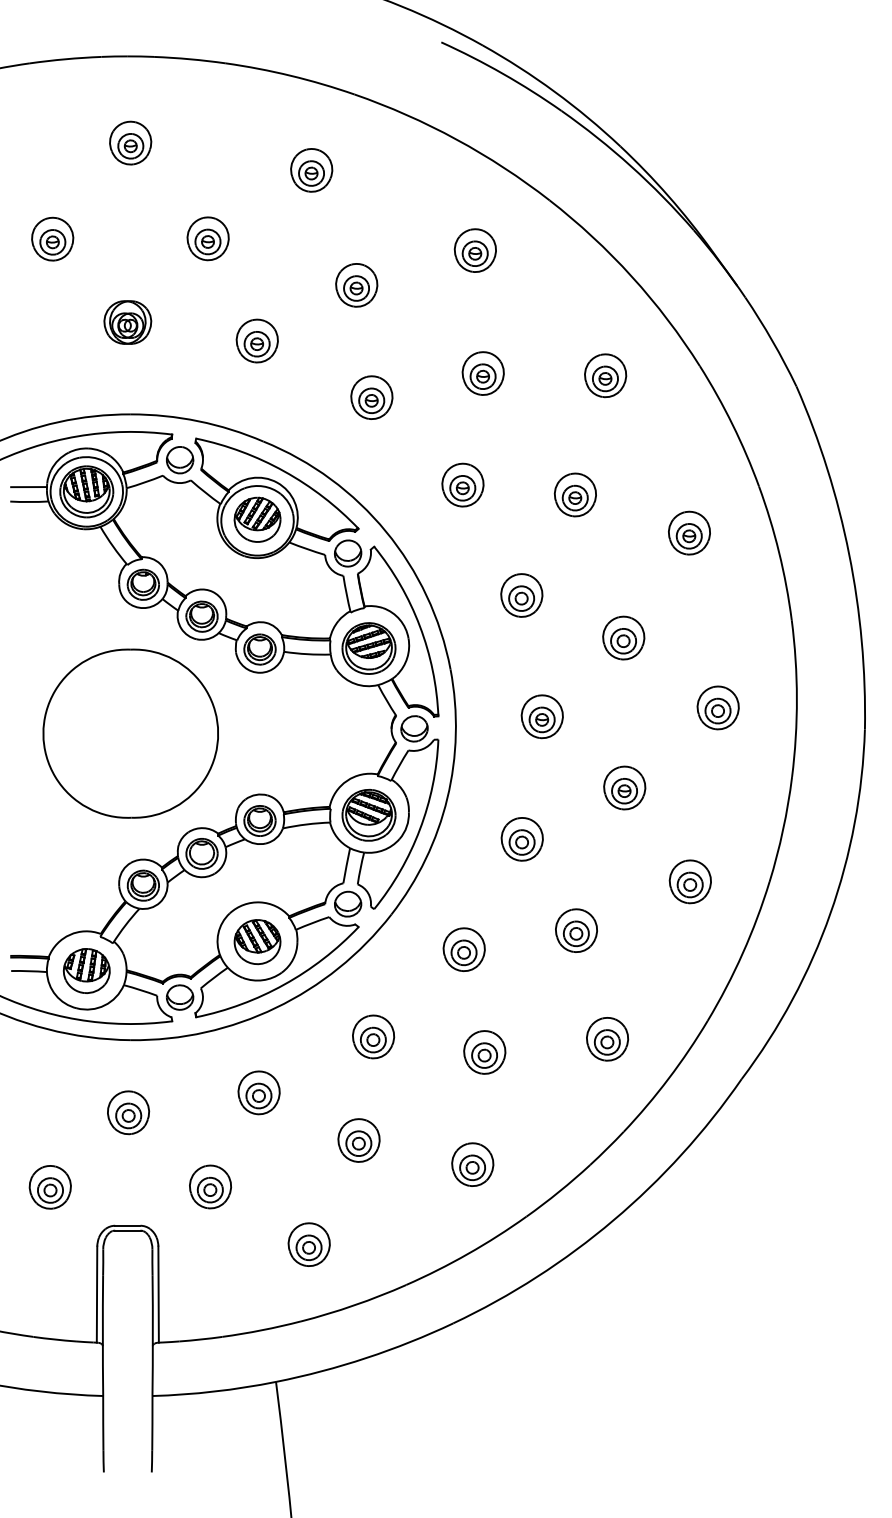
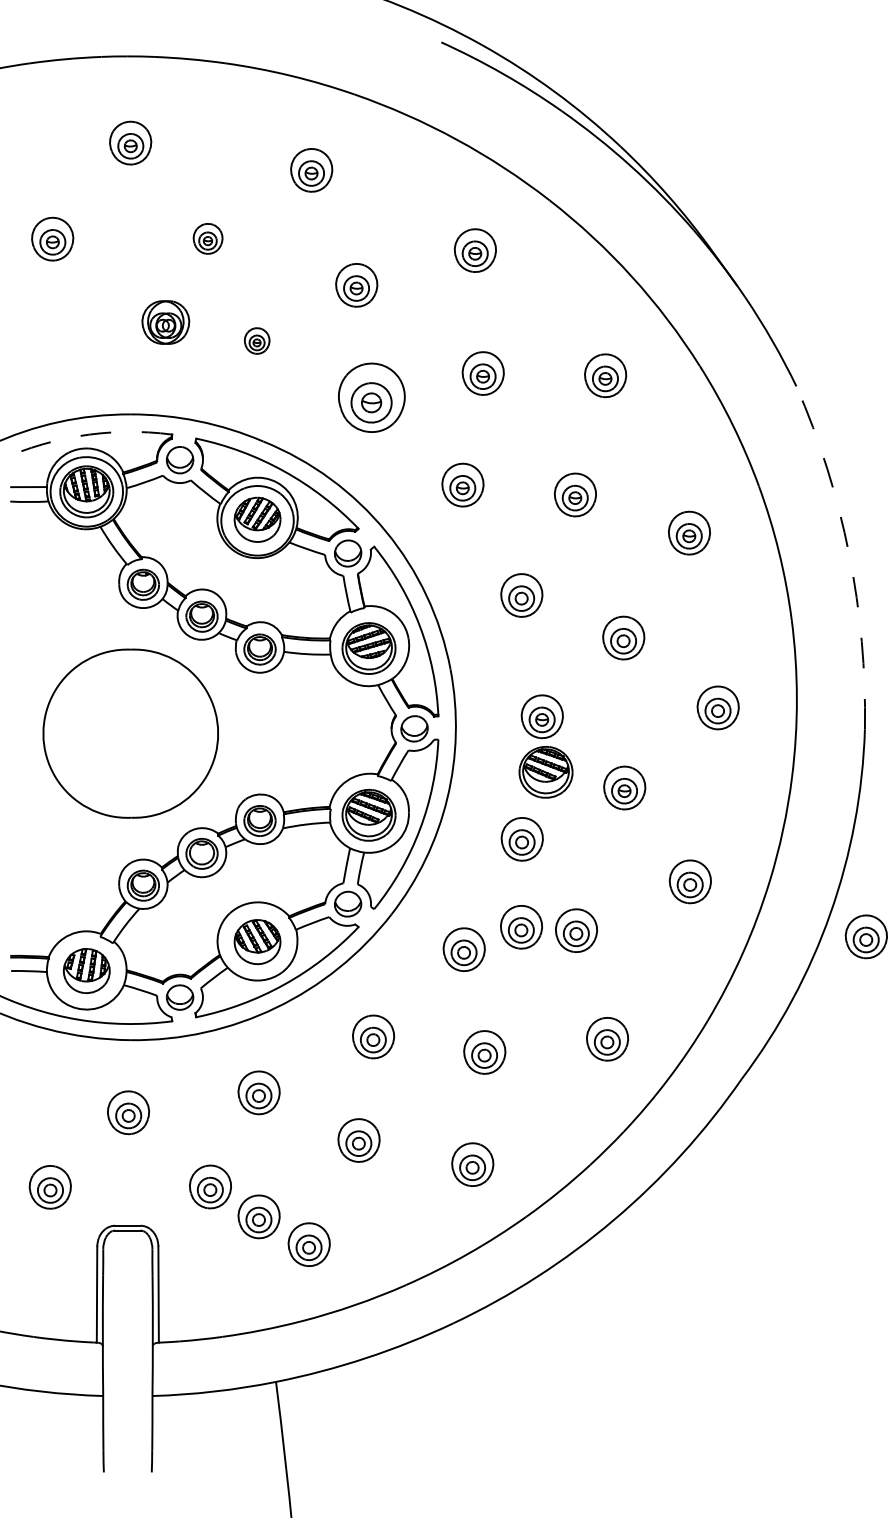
part at (207, 238) size: 44x46 px -> 32x32 px
part at (127, 322) position: (127, 322) -> (165, 322)
part at (256, 340) size: 44x46 px -> 28x28 px
part at (371, 397) size: 44x45 px -> 68x71 px
arc at (84, 435): solid -> dashed
arc at (849, 554): solid -> dashed
part at (545, 772): none -> present
part at (521, 927): none -> present
part at (865, 936): none -> present
part at (258, 1216): none -> present
